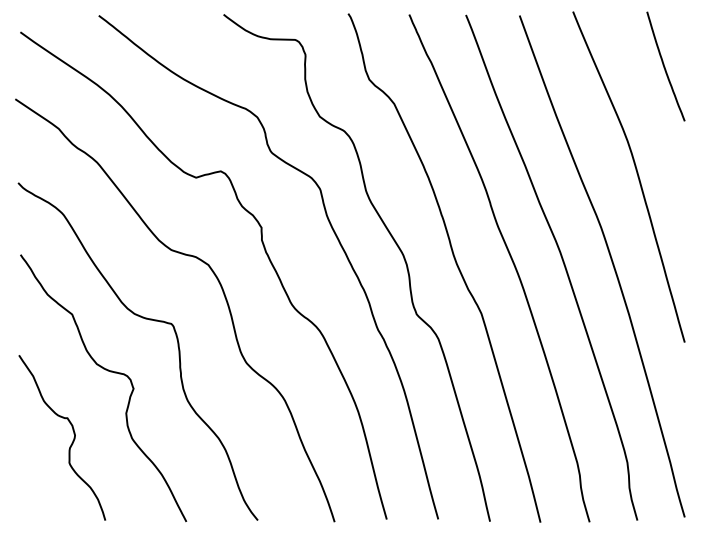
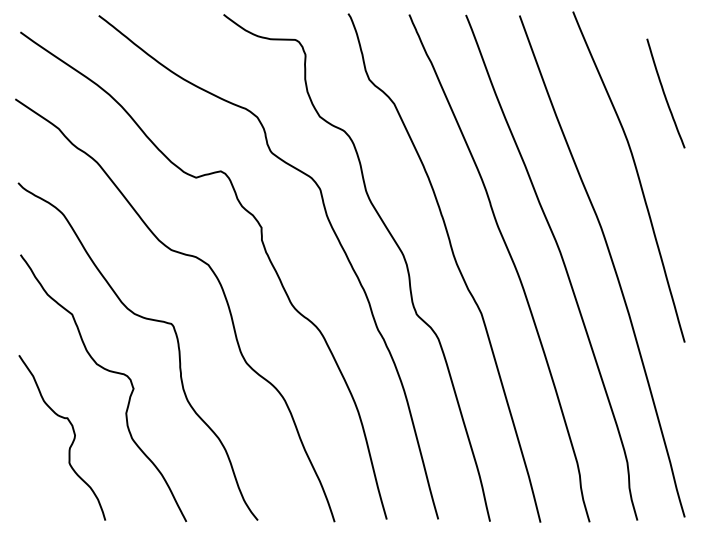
curve at (665, 66) position: (665, 66) -> (665, 93)
